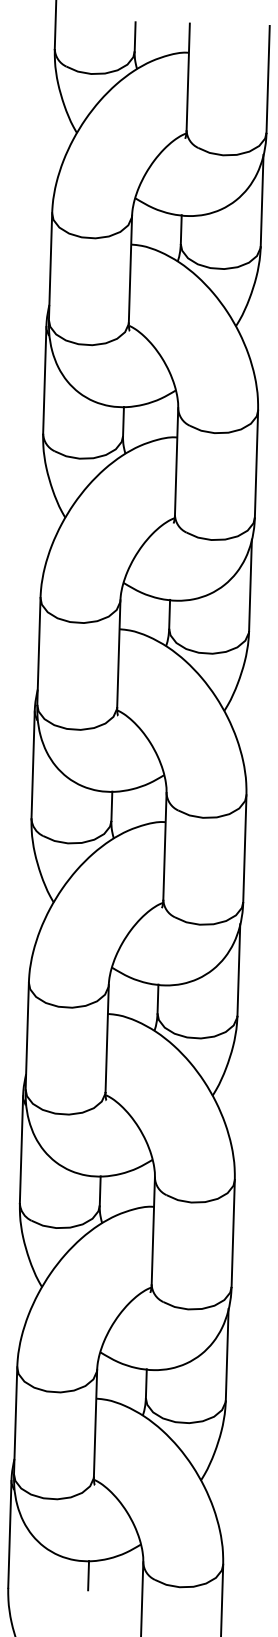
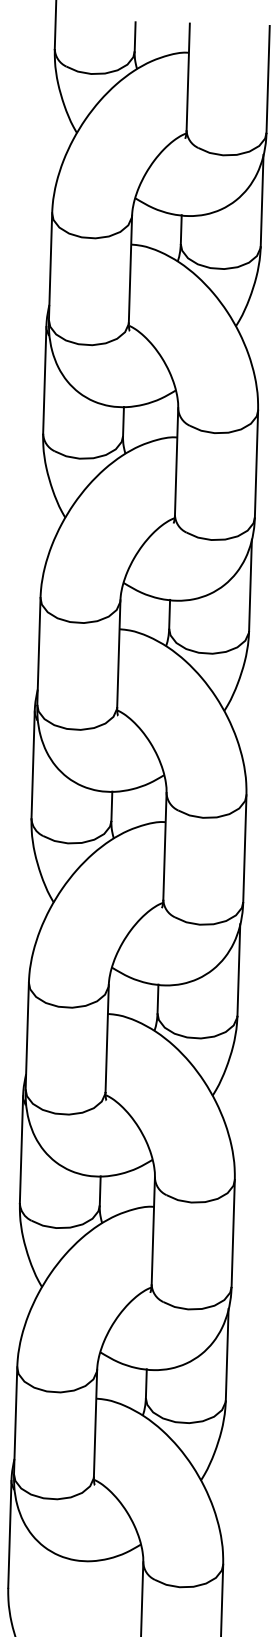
line at (88, 1575): present -> none
